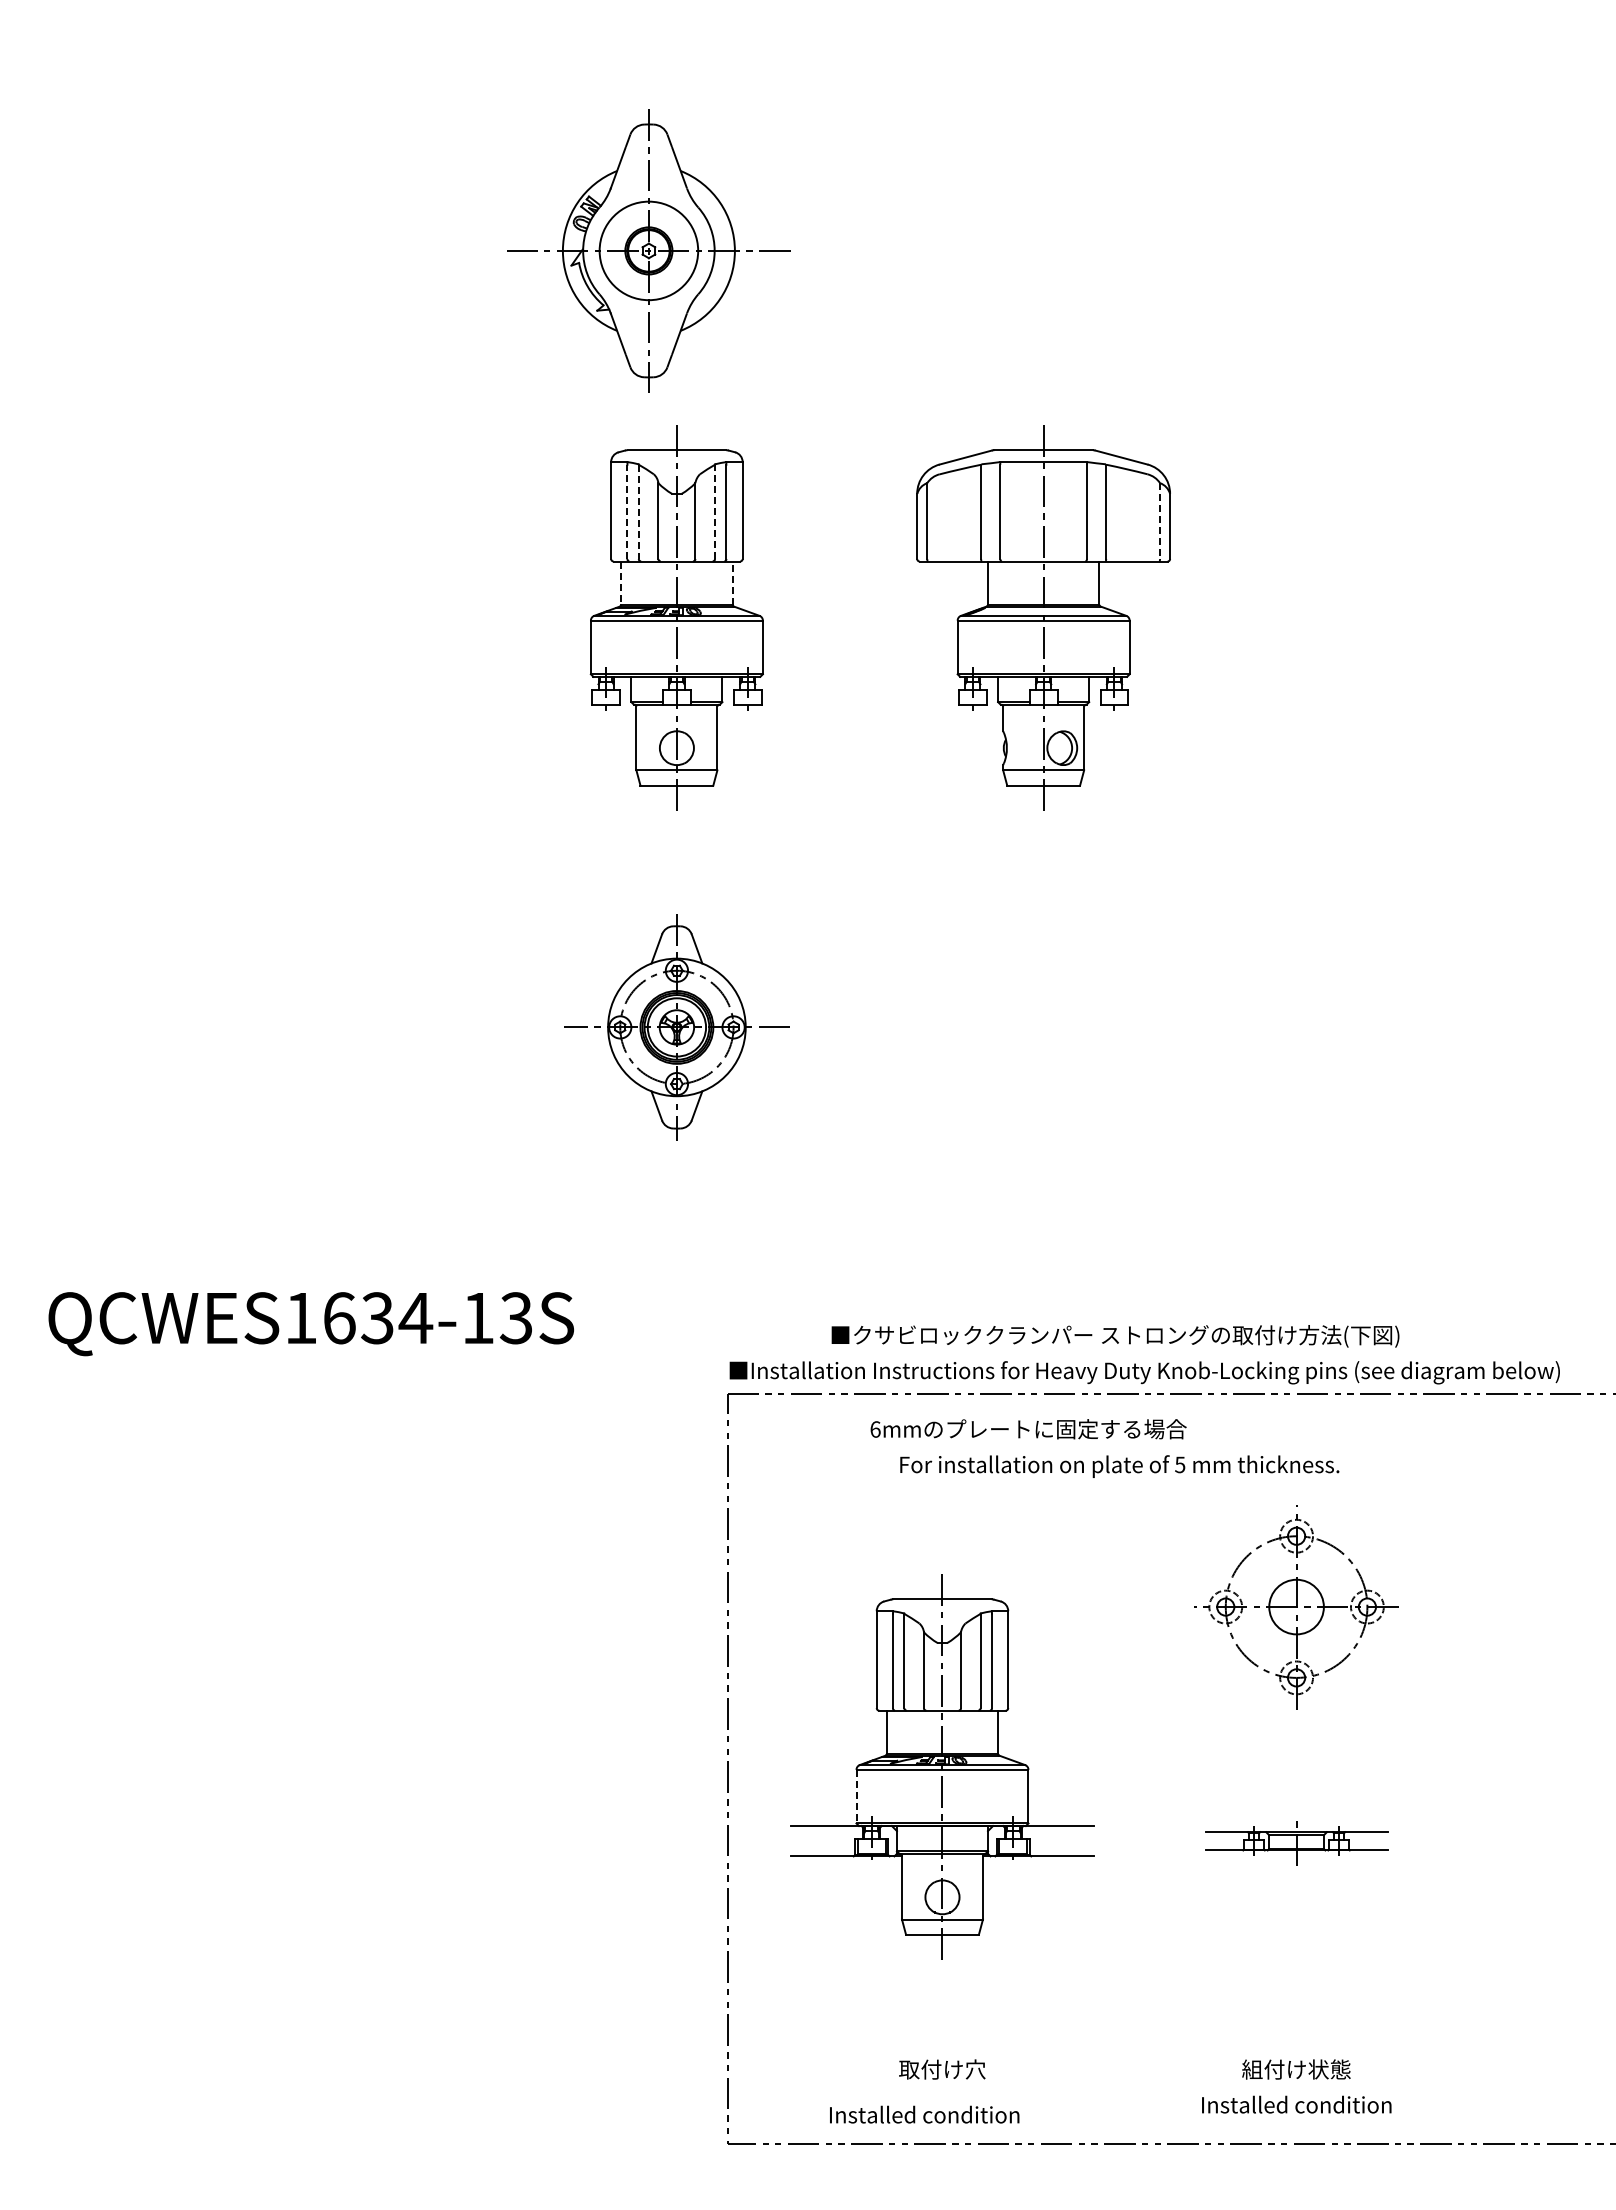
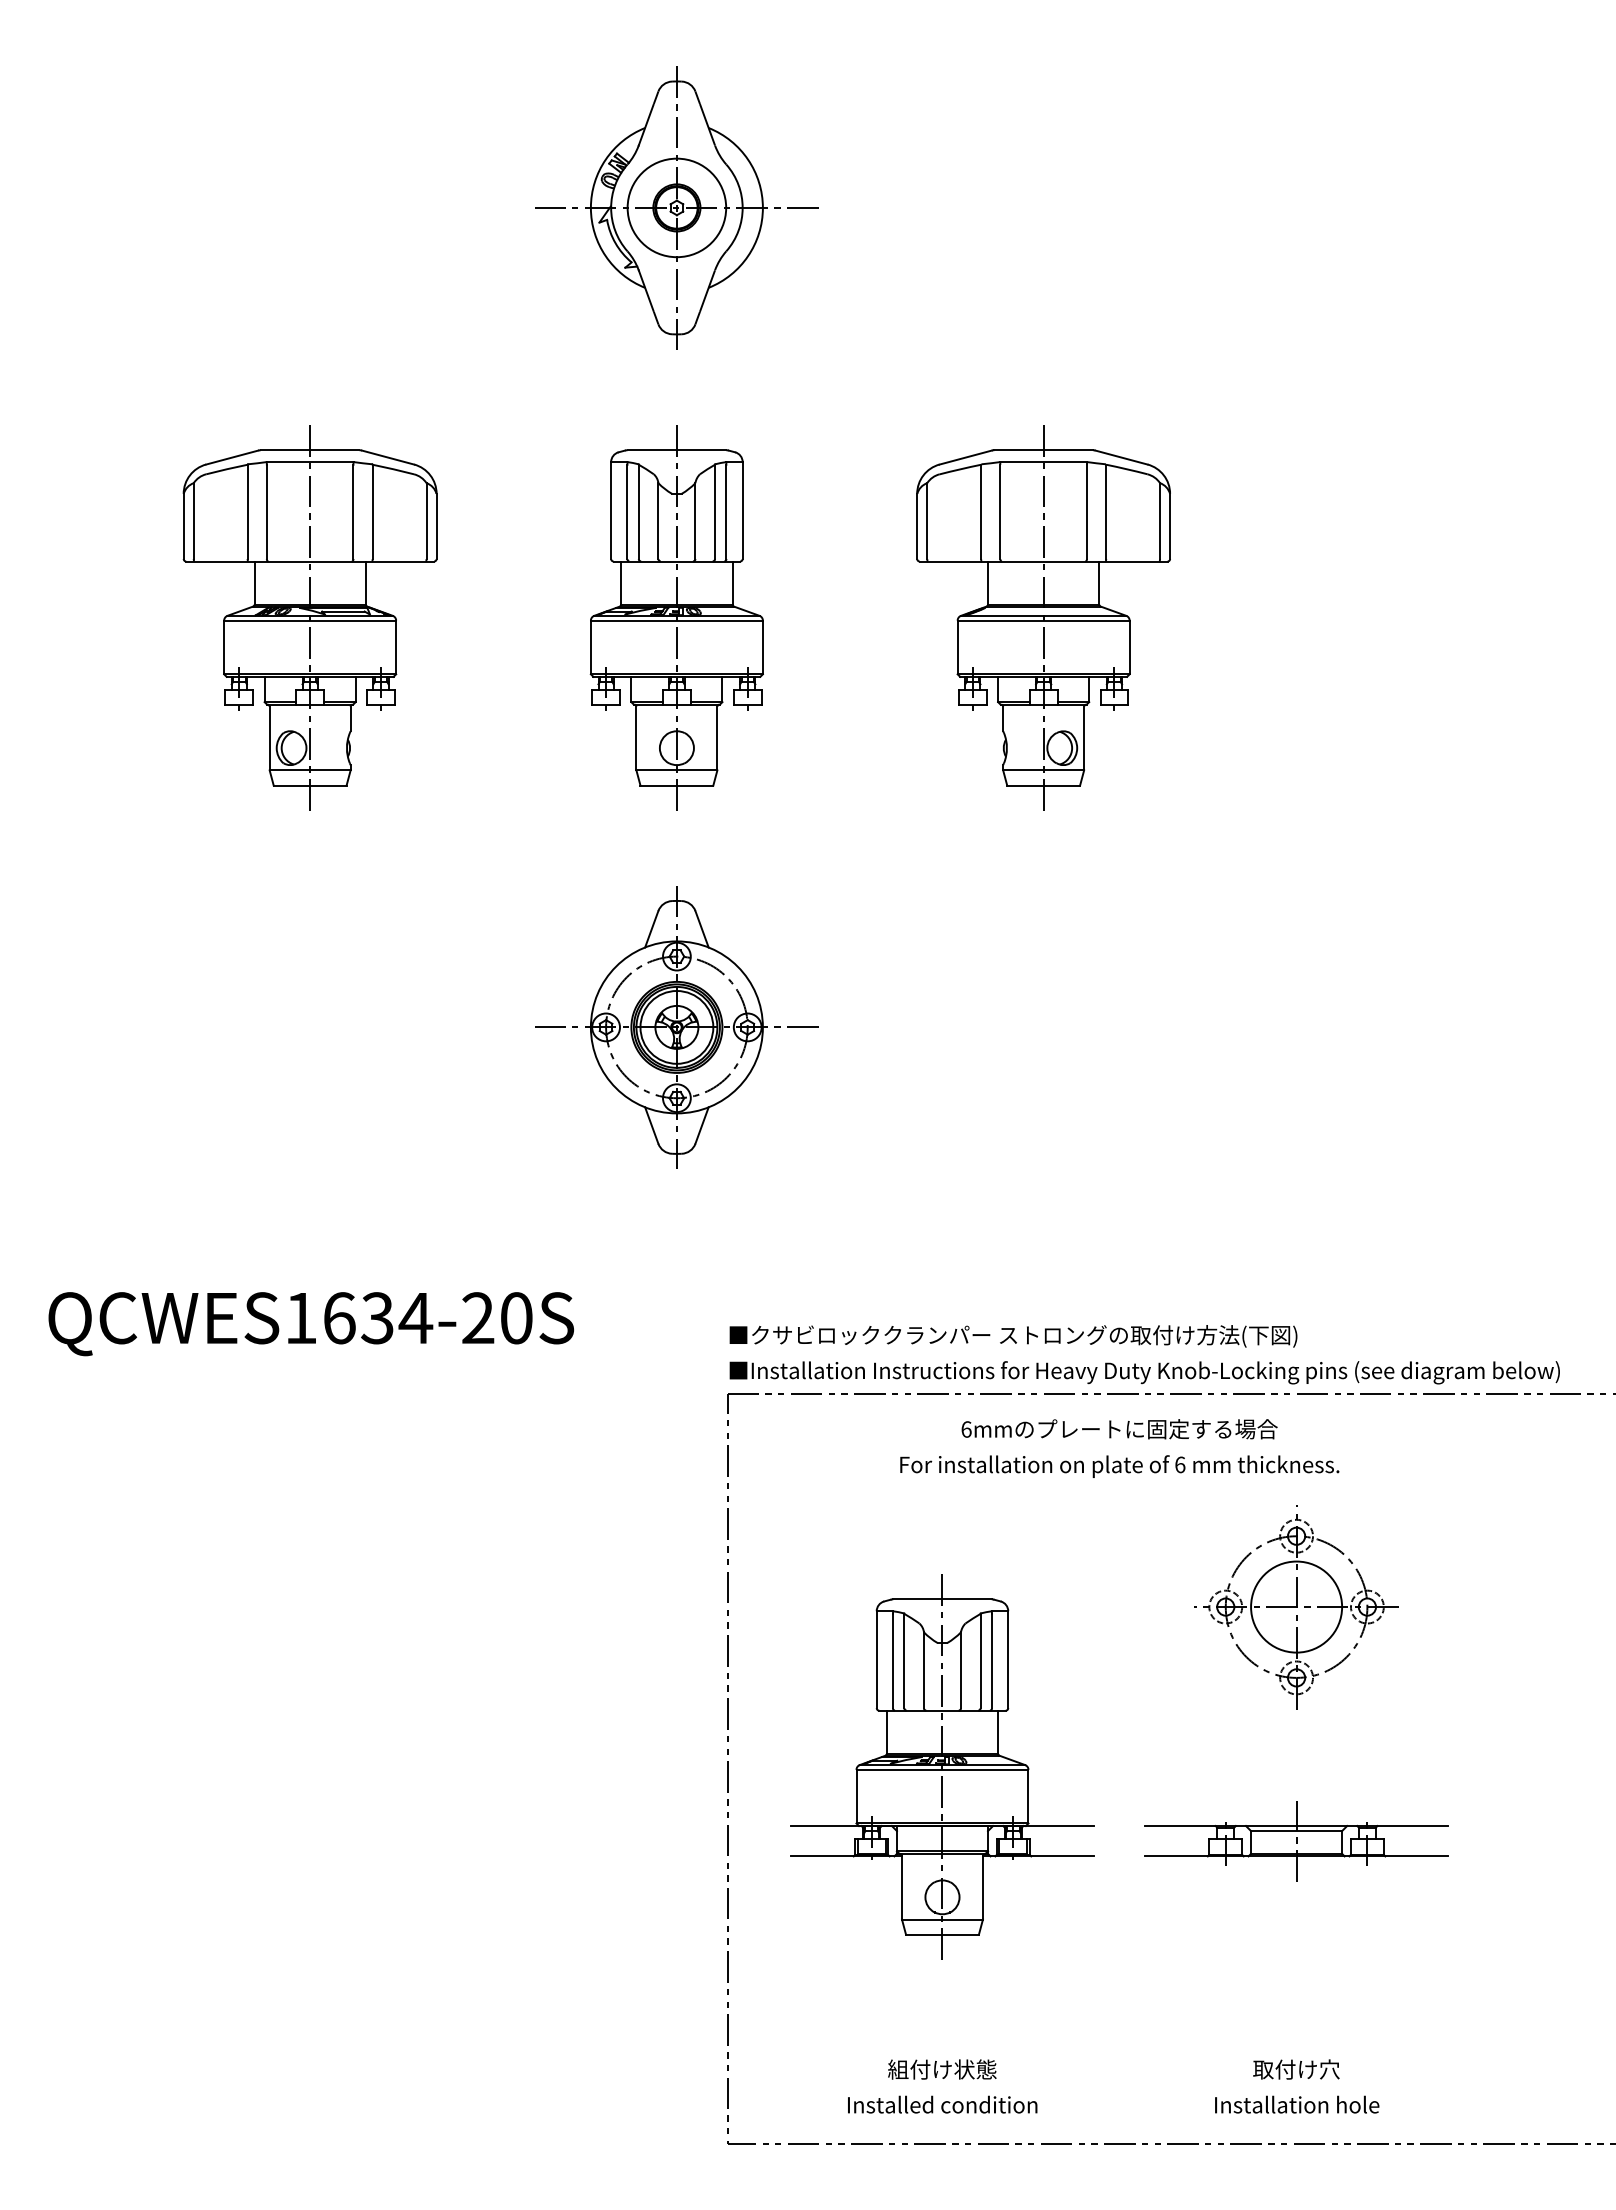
part at (648, 250) position: (648, 250) -> (676, 207)
line at (627, 511): dashed -> solid
line at (715, 511): dashed -> solid
line at (638, 512): dashed -> solid
line at (1160, 521): dashed -> solid
line at (621, 583): dashed -> solid
line at (732, 583): dashed -> solid
part at (309, 617): none -> present
part at (676, 1027) size: 226x227 px -> 284x283 px
text at (497, 1318): QCWES1634-13S -> QCWES1634-20S
text at (1115, 1336) position: (1115, 1336) -> (1013, 1336)
text at (1028, 1429) position: (1028, 1429) -> (1119, 1429)
text at (1180, 1464): 5 -> 6
circle at (1296, 1606) diameter: 55 px -> 91 px
line at (856, 1796): dashed -> solid
part at (1296, 1843) size: 184x45 px -> 305x81 px
text at (942, 2069): 取付け穴 -> 組付け状態
text at (1296, 2069): 組付け状態 -> 取付け穴
text at (1296, 2104): Installed condition -> Installation hole
text at (924, 2114) position: (924, 2114) -> (942, 2104)
